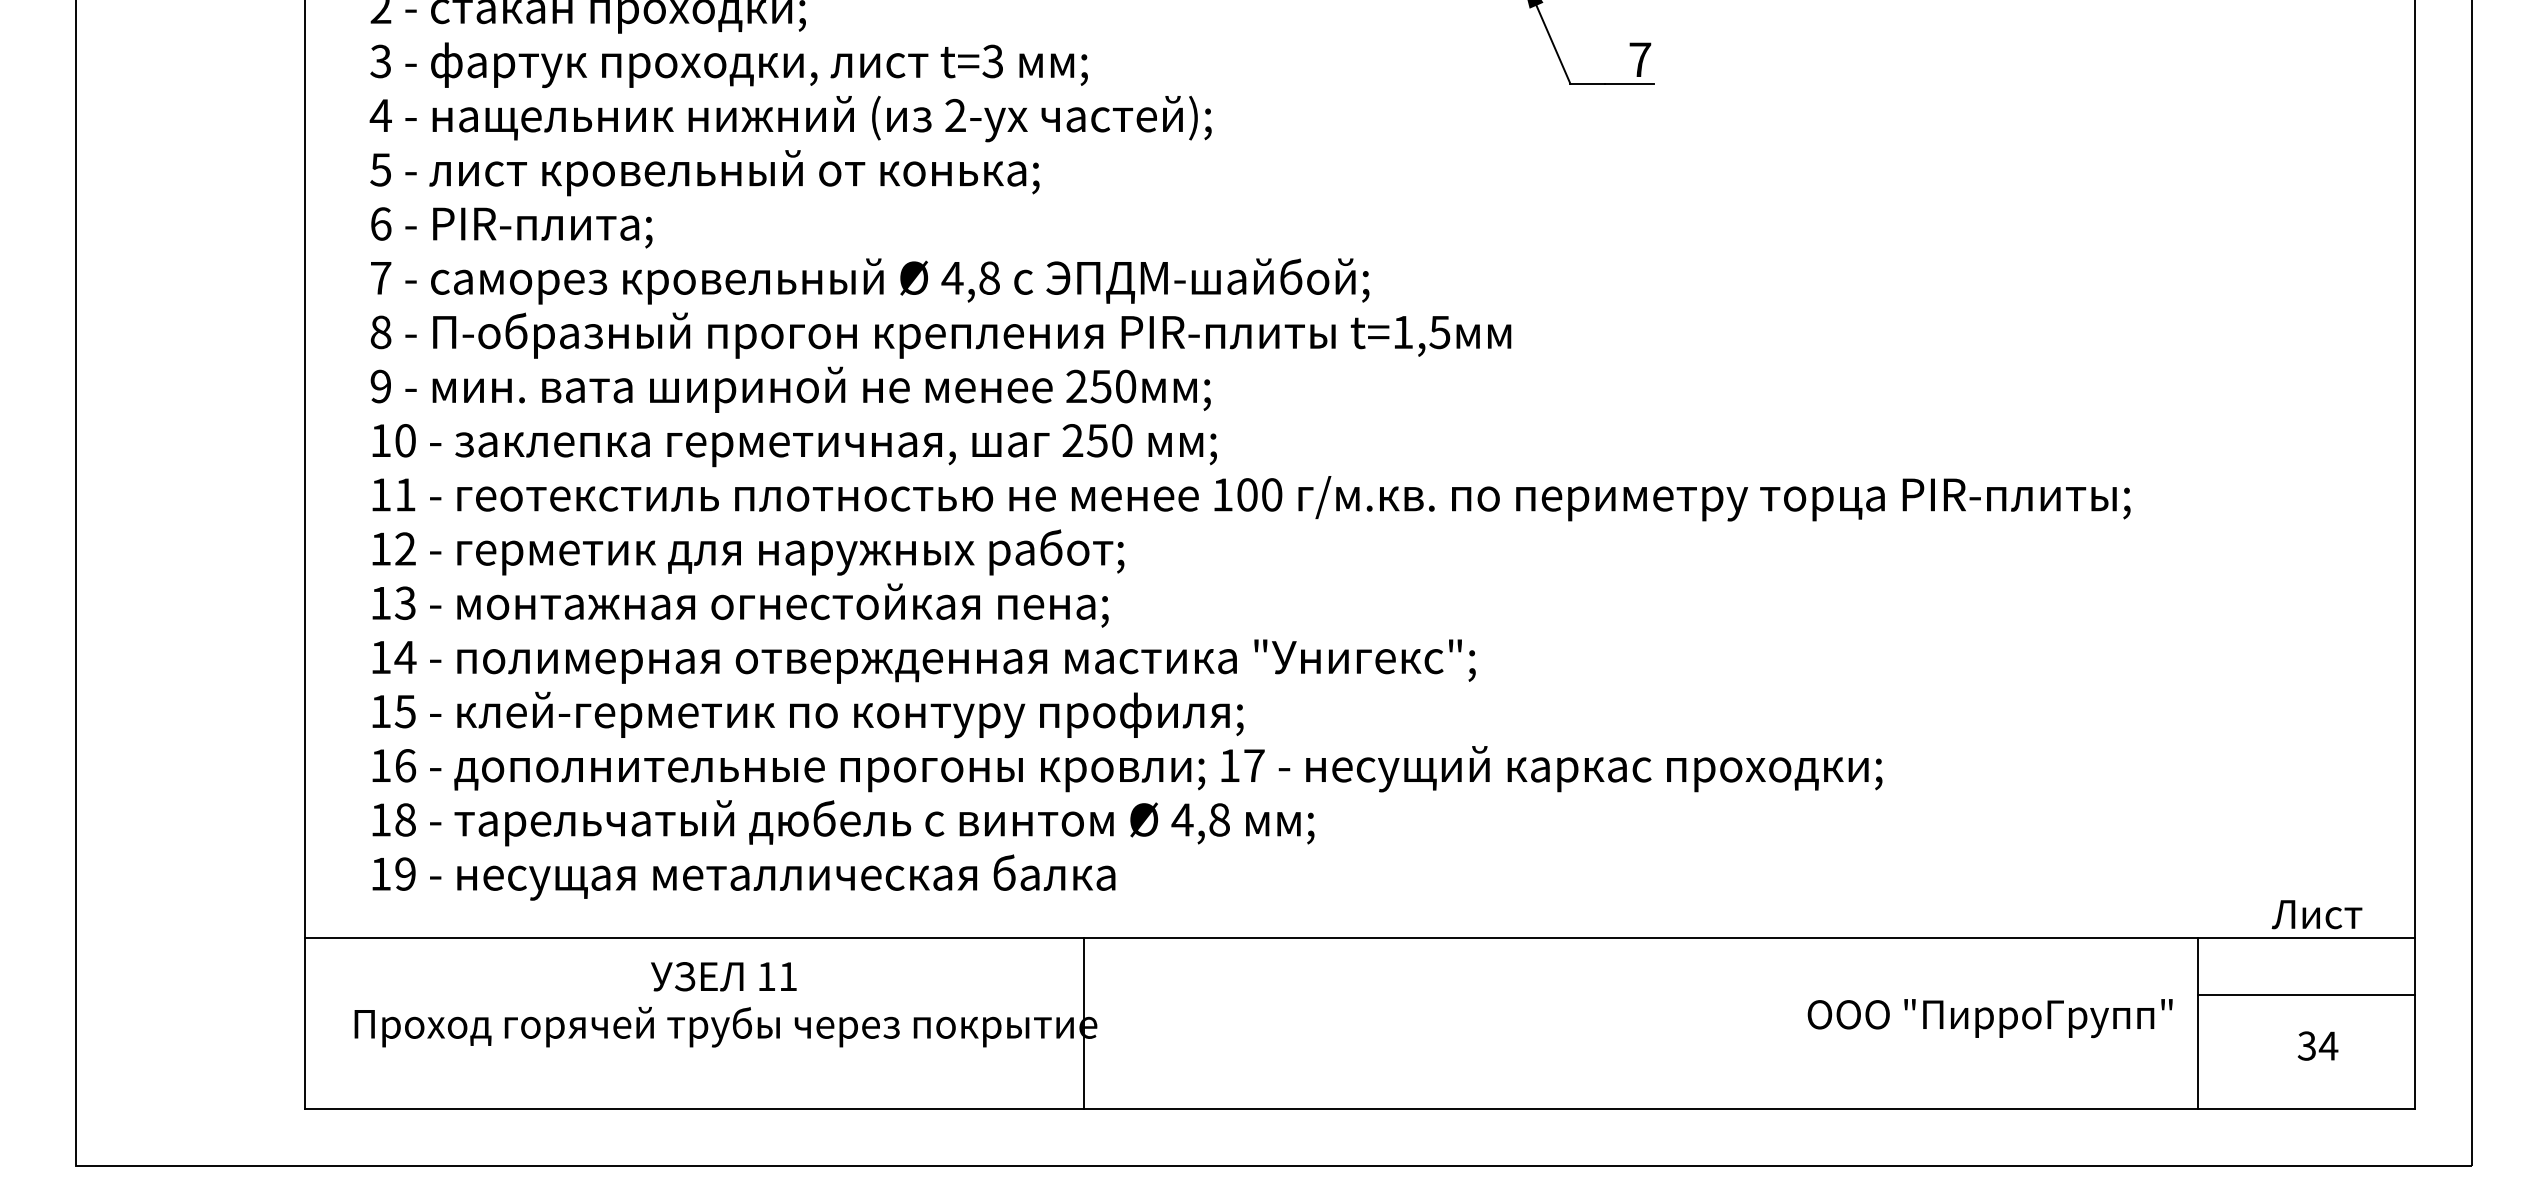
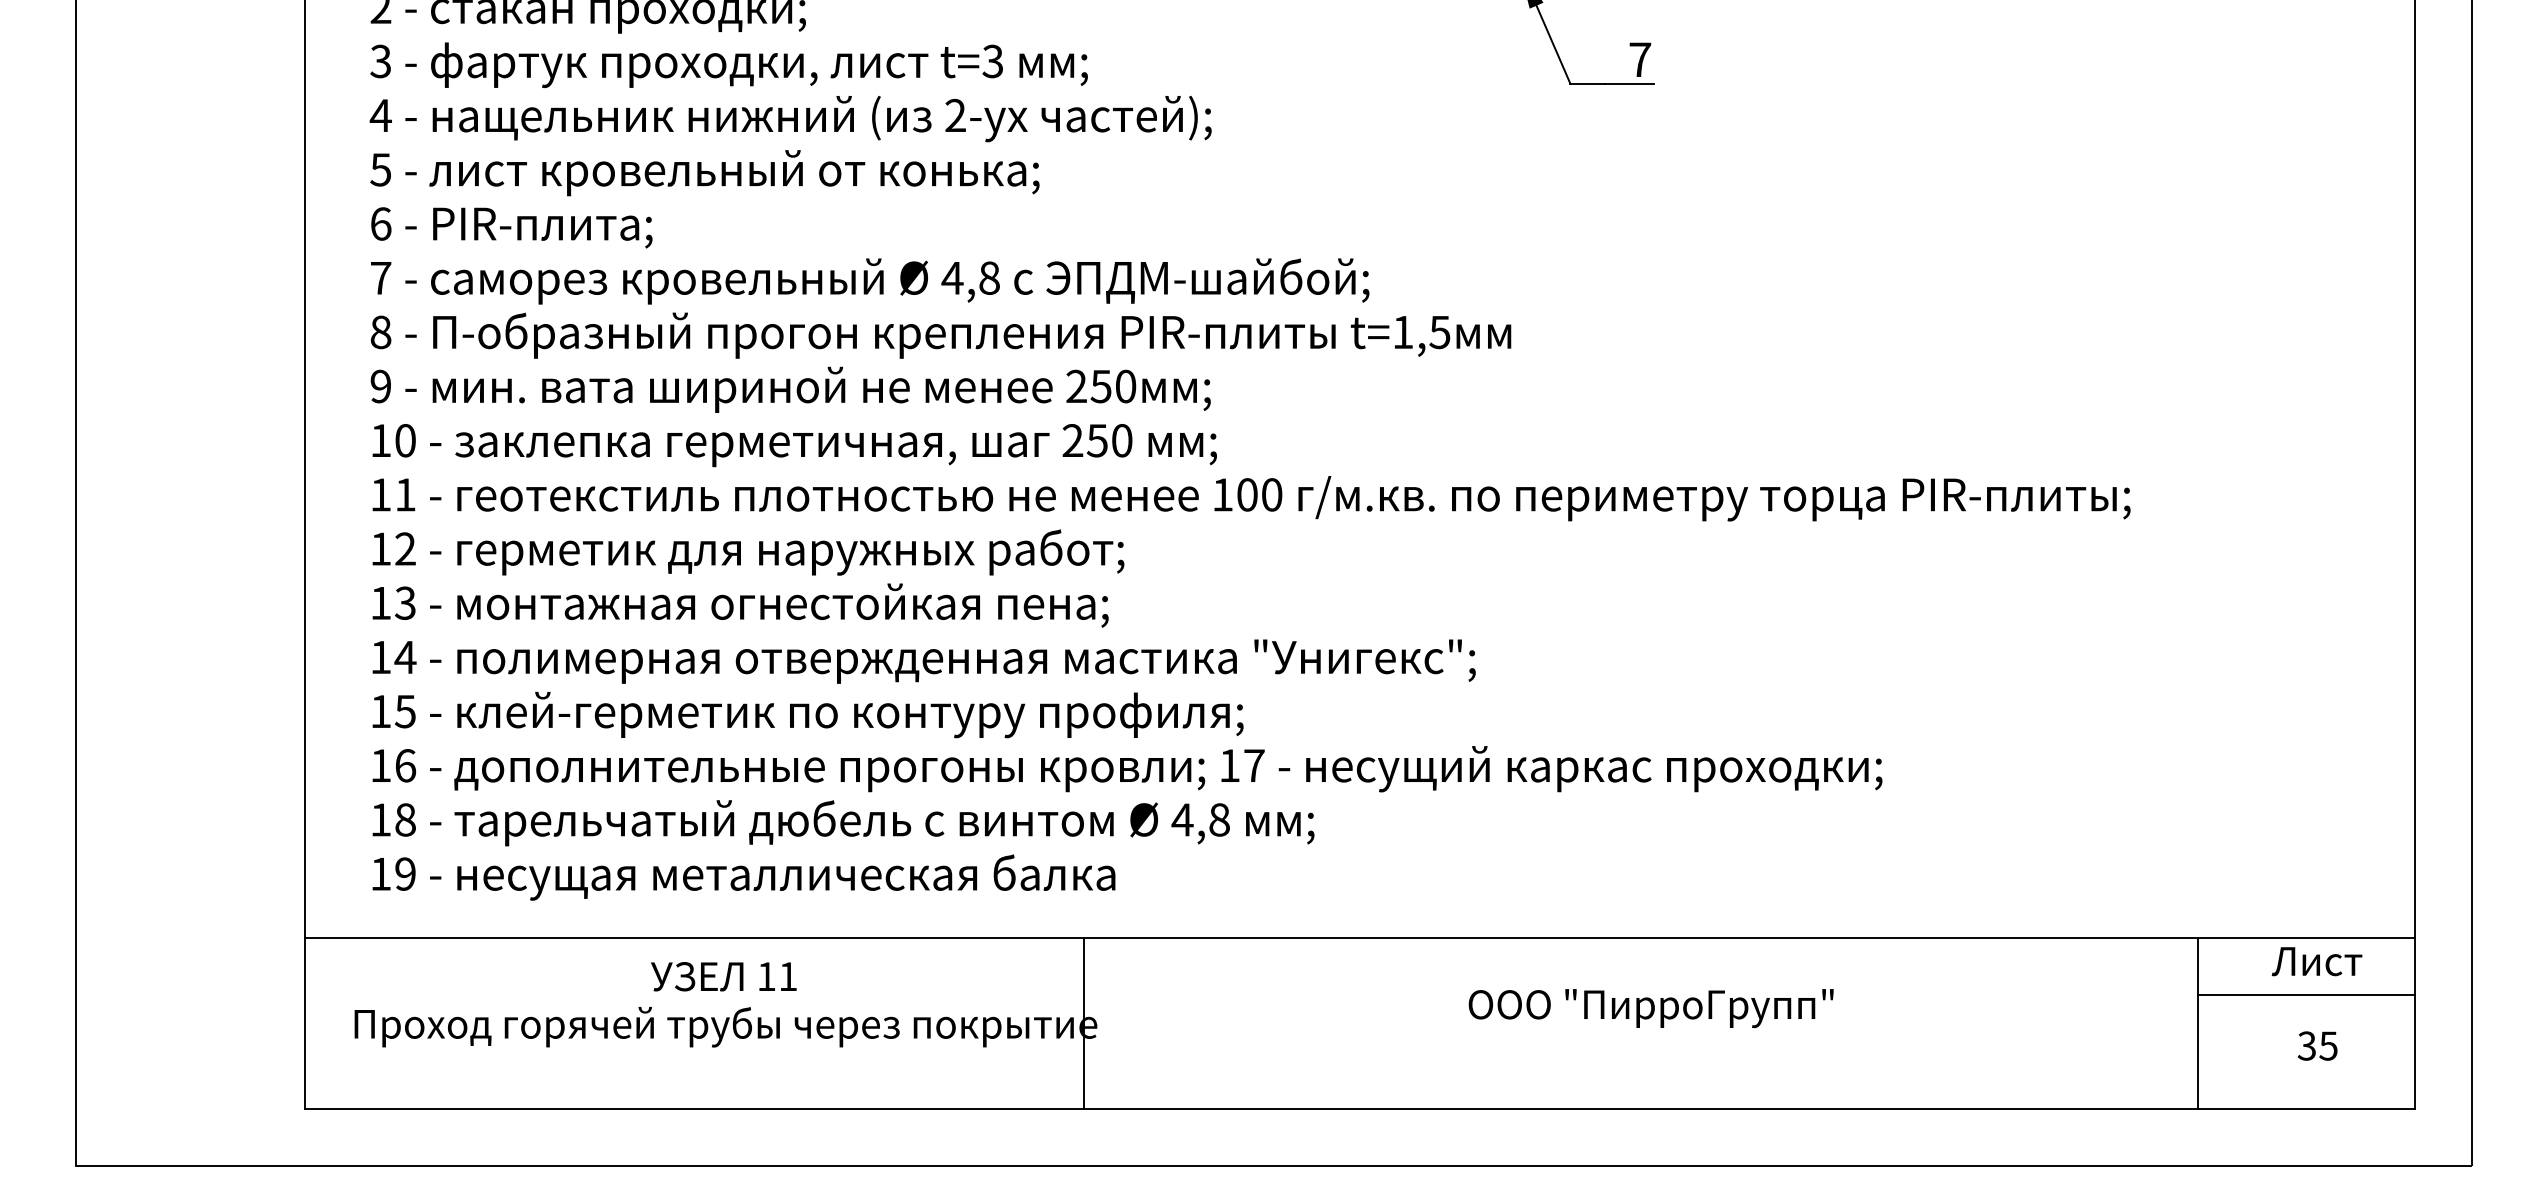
text at (2316, 914) position: (2316, 914) -> (2316, 961)
text at (1989, 1018) position: (1989, 1018) -> (1650, 1008)
text at (2328, 1045): 34 -> 35
